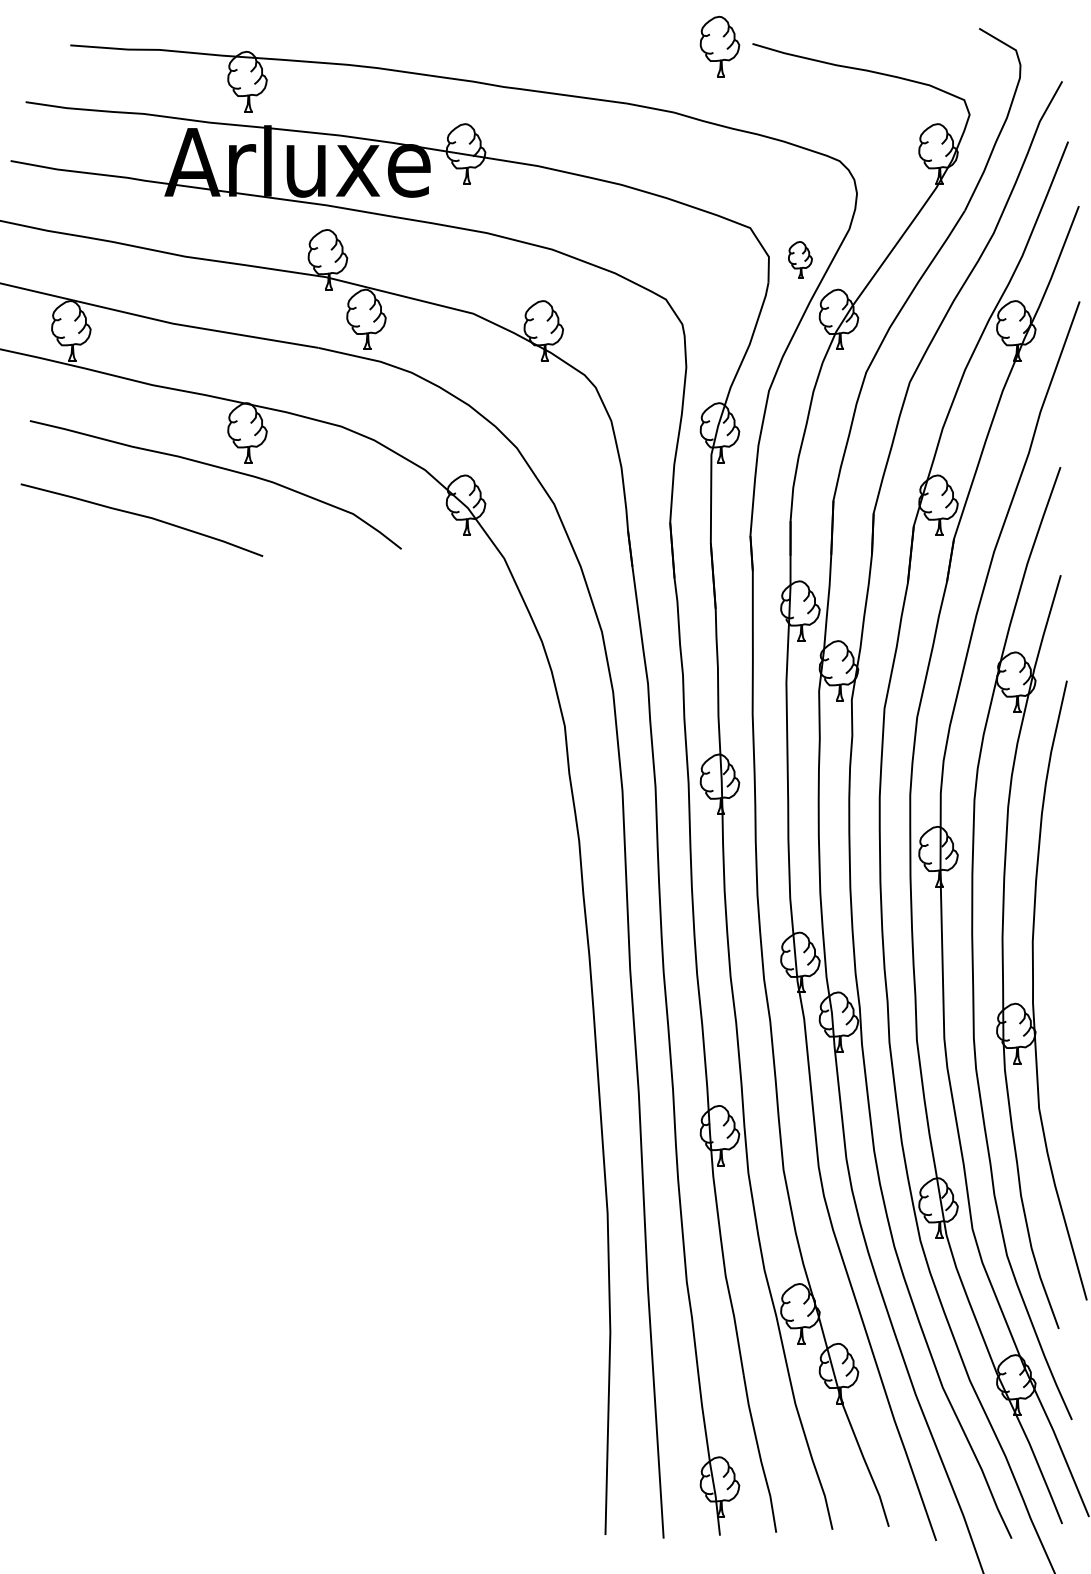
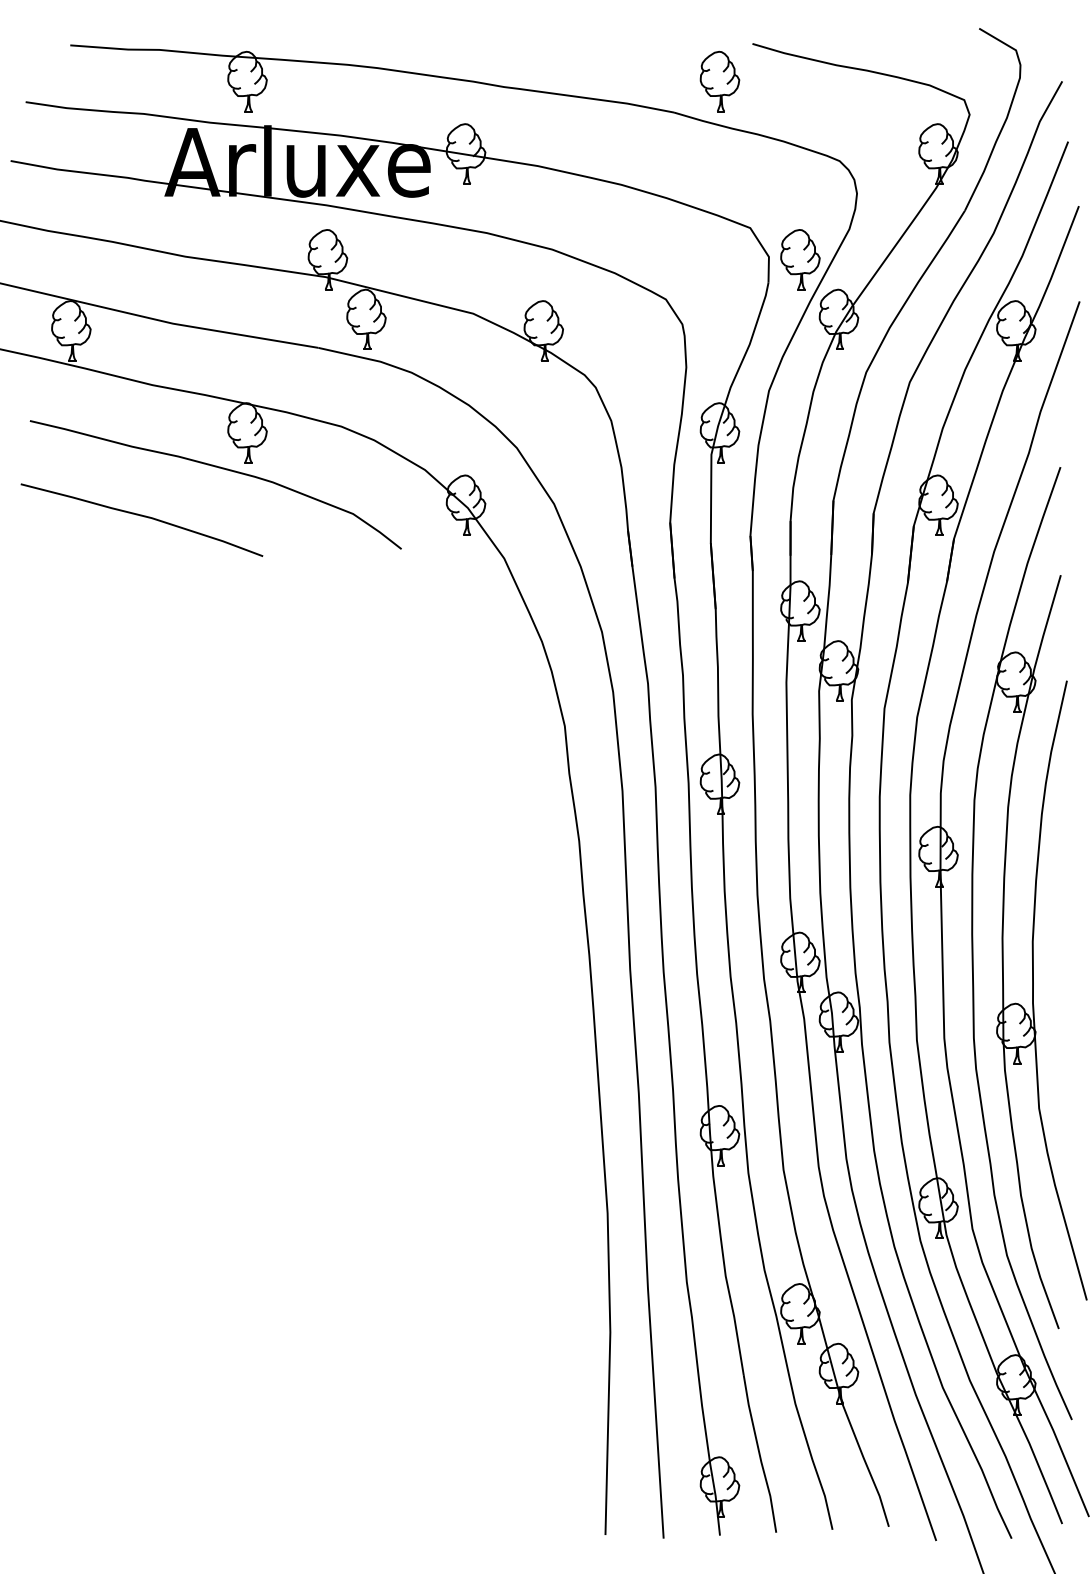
part at (719, 46) position: (719, 46) -> (719, 81)
part at (800, 259) size: 25x38 px -> 41x62 px
